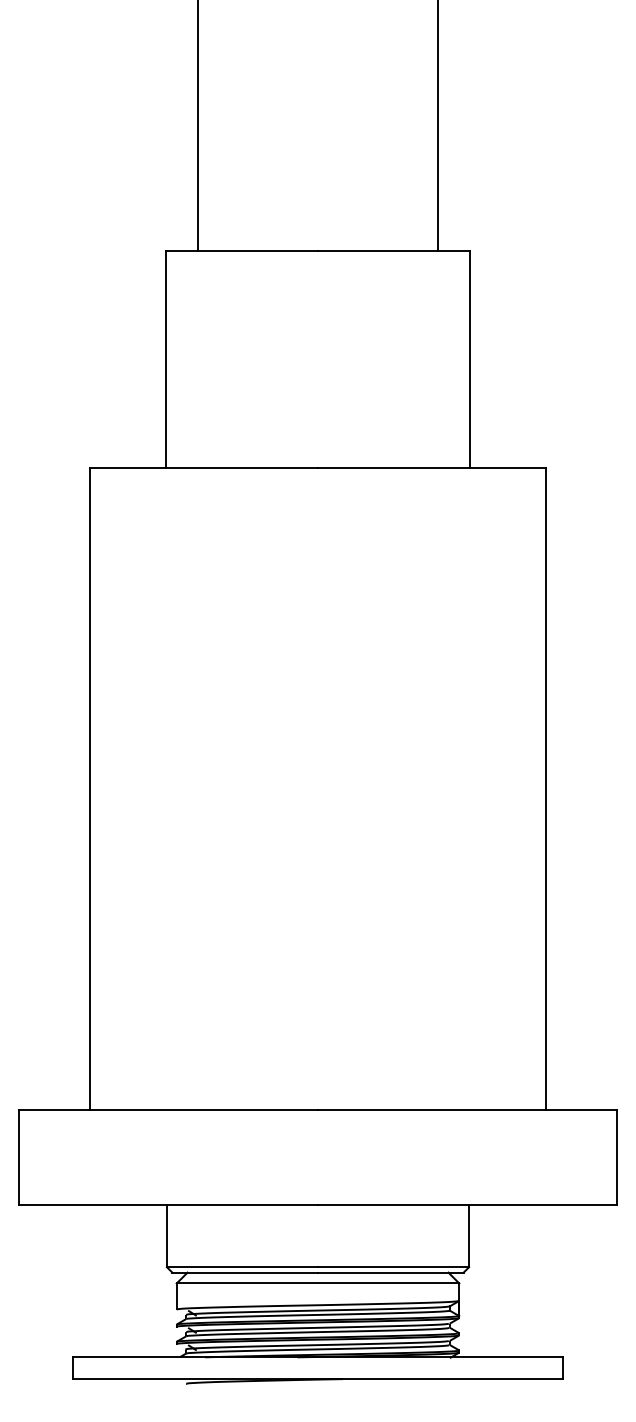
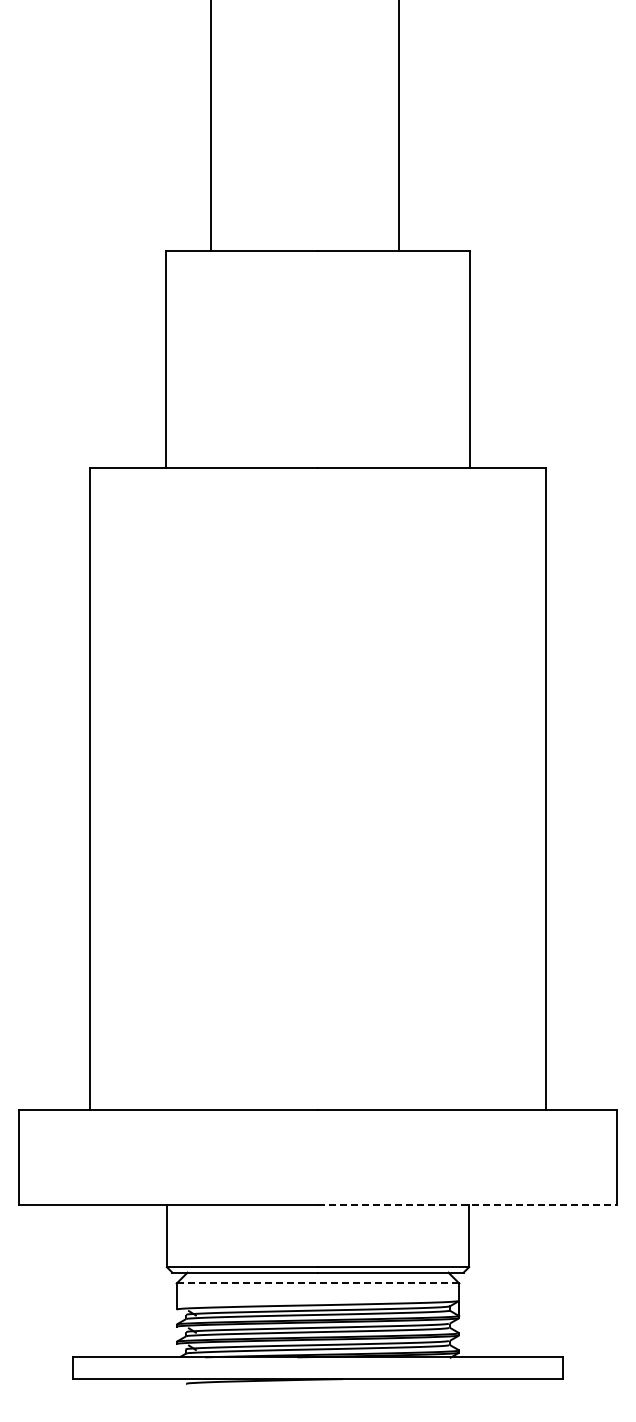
line at (198, 126) position: (198, 126) -> (211, 126)
line at (437, 126) position: (437, 126) -> (398, 126)
line at (467, 1205): solid -> dashed
line at (318, 1283): solid -> dashed
